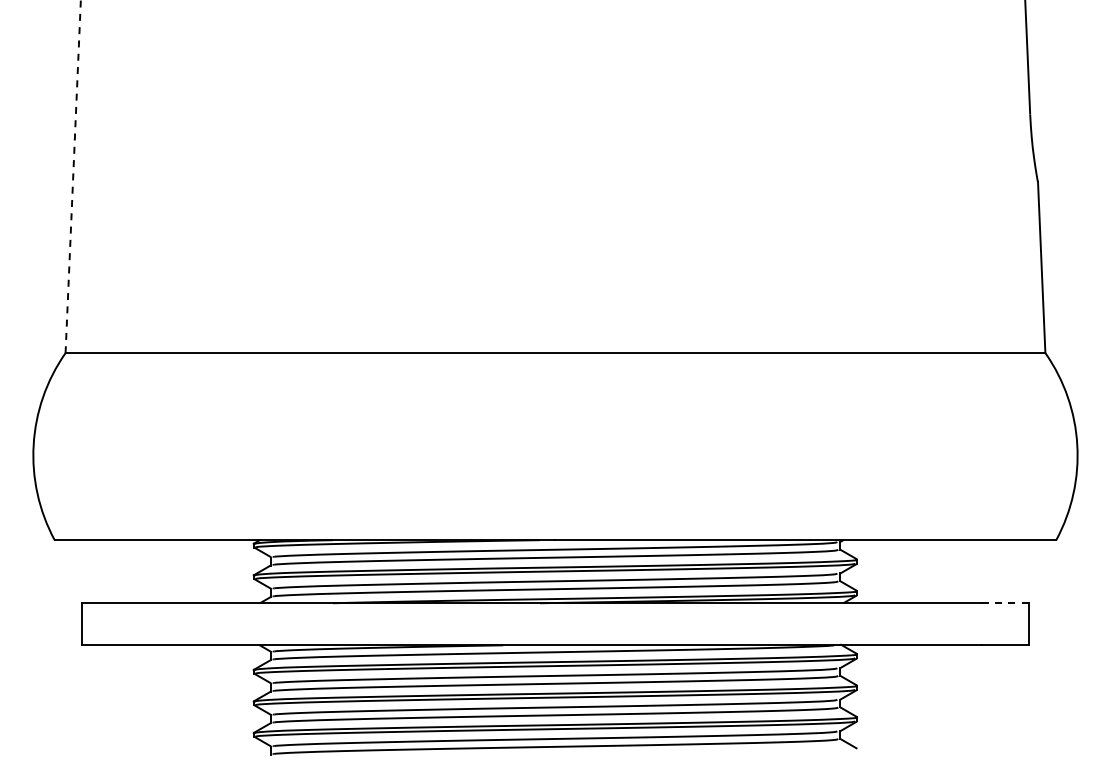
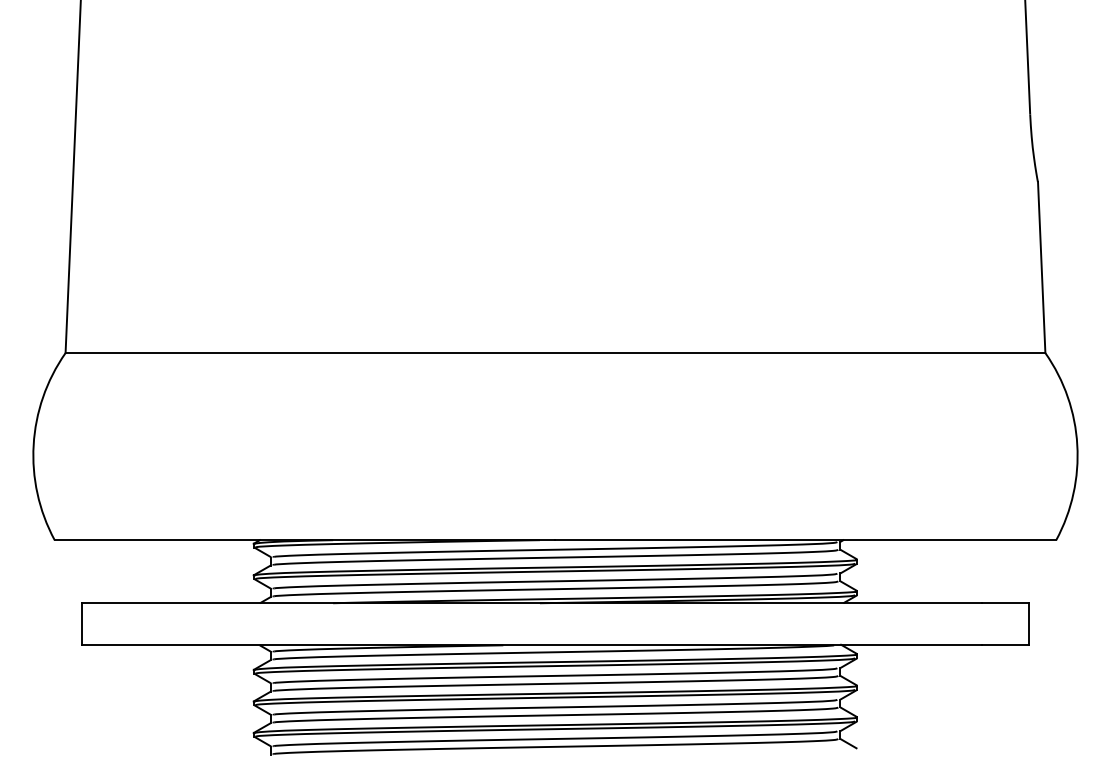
line at (73, 177): dashed -> solid
line at (1004, 603): dashed -> solid
